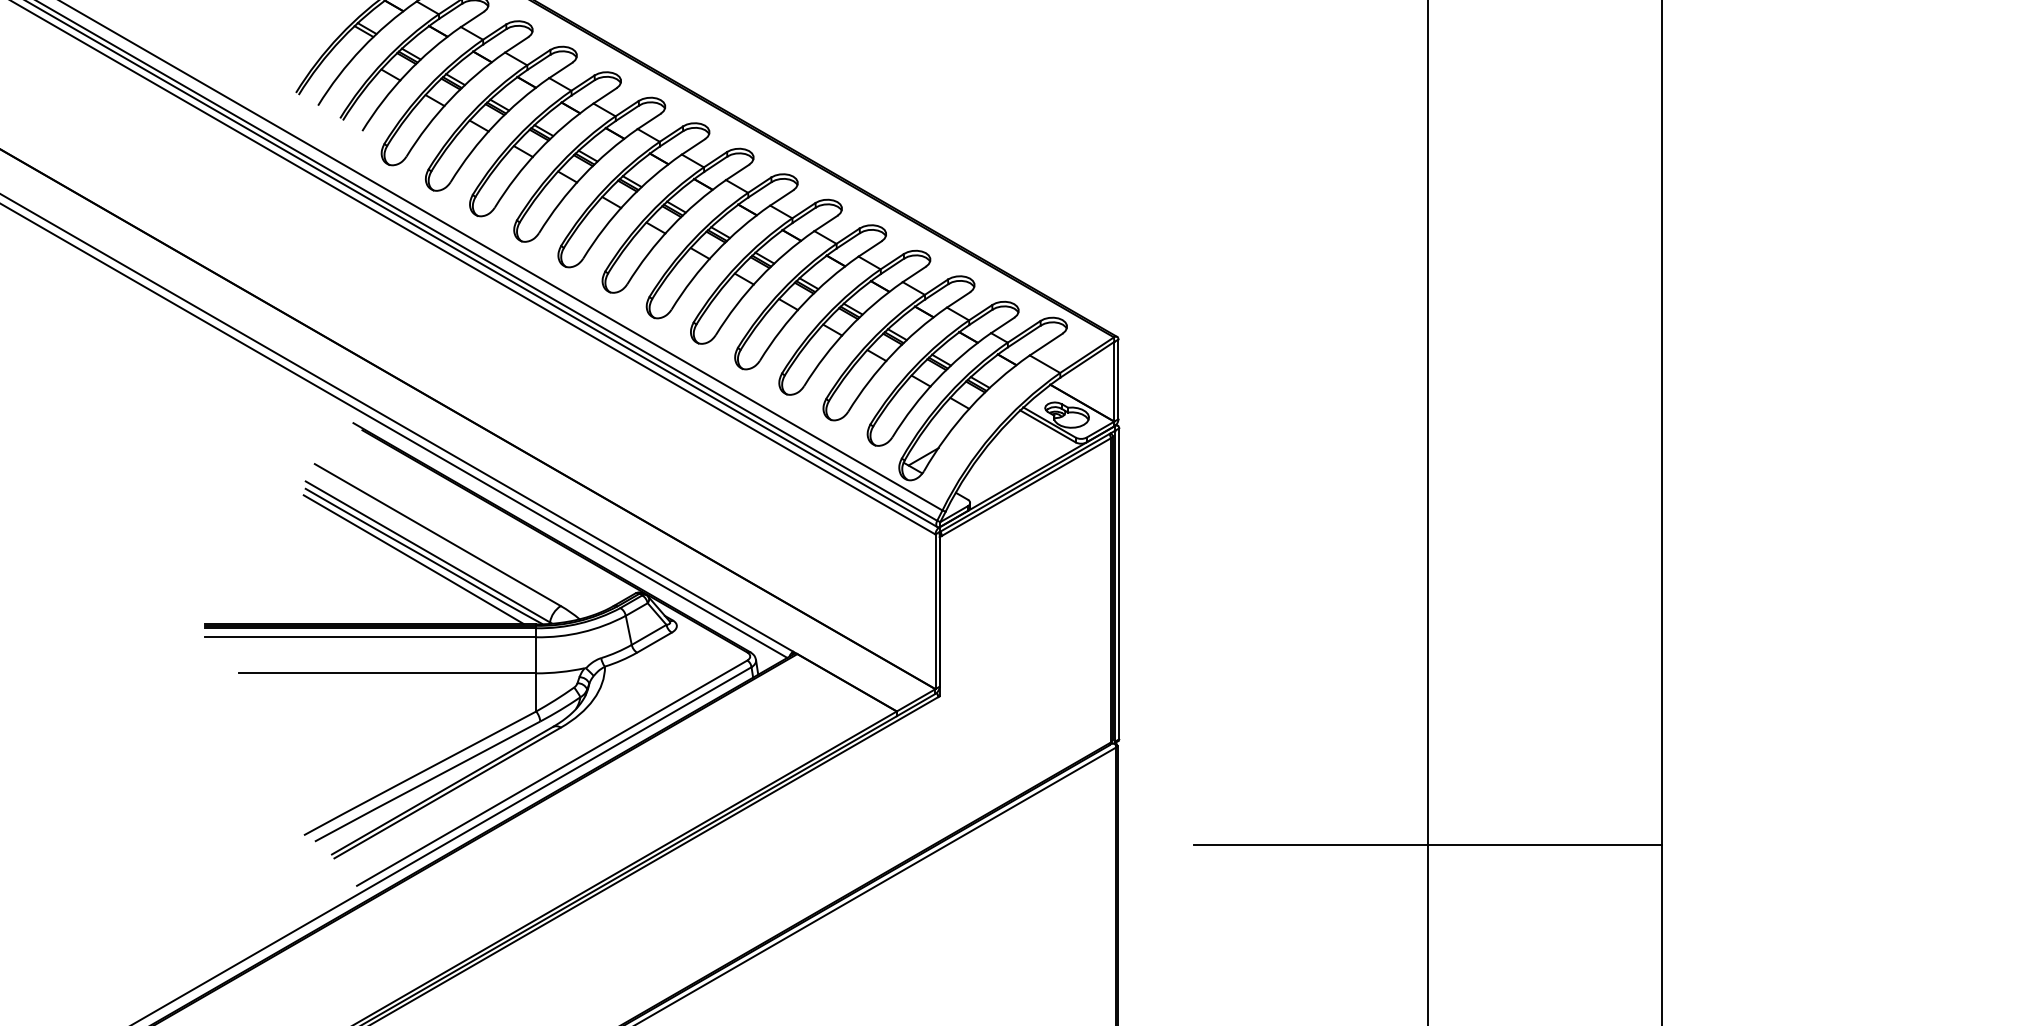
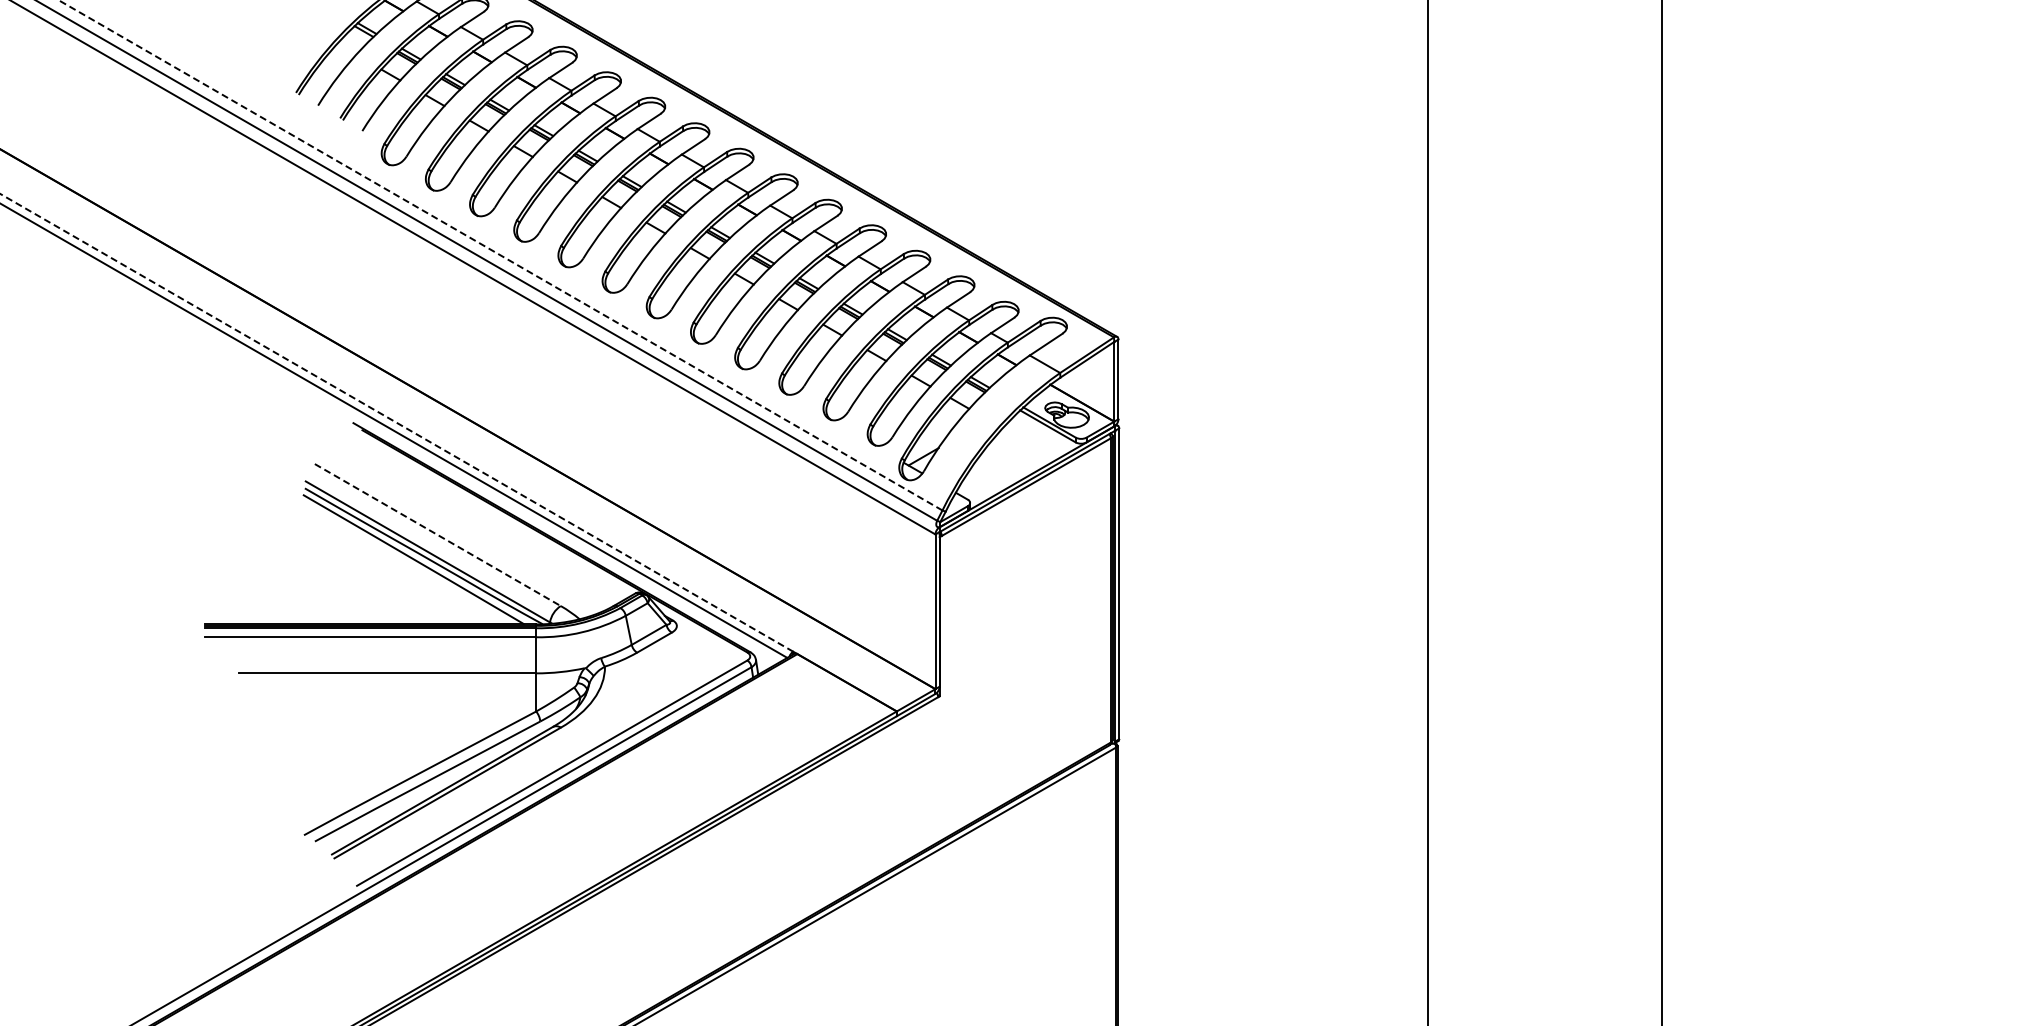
line at (499, 254): solid -> dashed
line at (482, 264): present -> none
line at (396, 422): solid -> dashed
line at (438, 535): solid -> dashed
line at (1427, 844): present -> none
